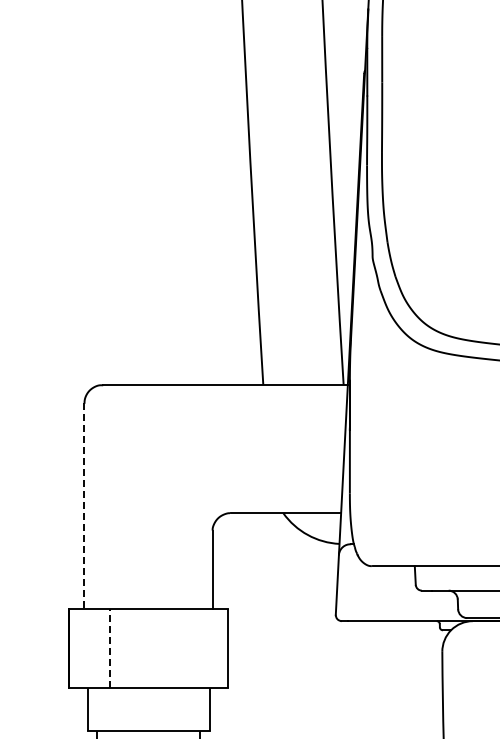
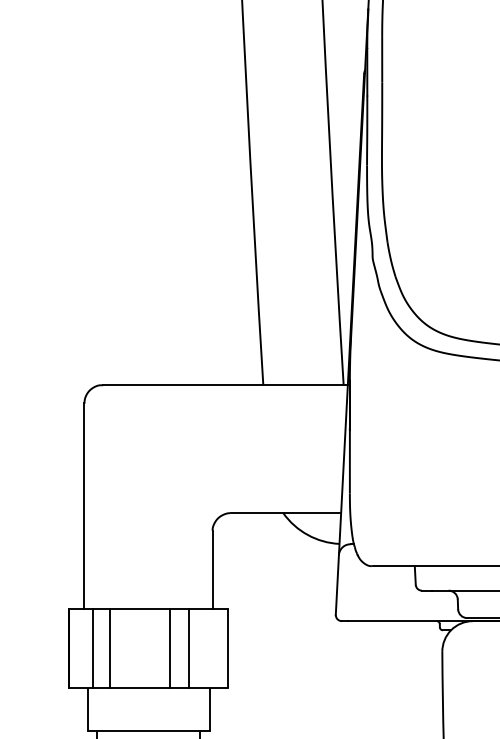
line at (84, 506): dashed -> solid
line at (93, 648): none -> present
line at (109, 648): dashed -> solid
line at (170, 648): none -> present
line at (189, 648): none -> present
